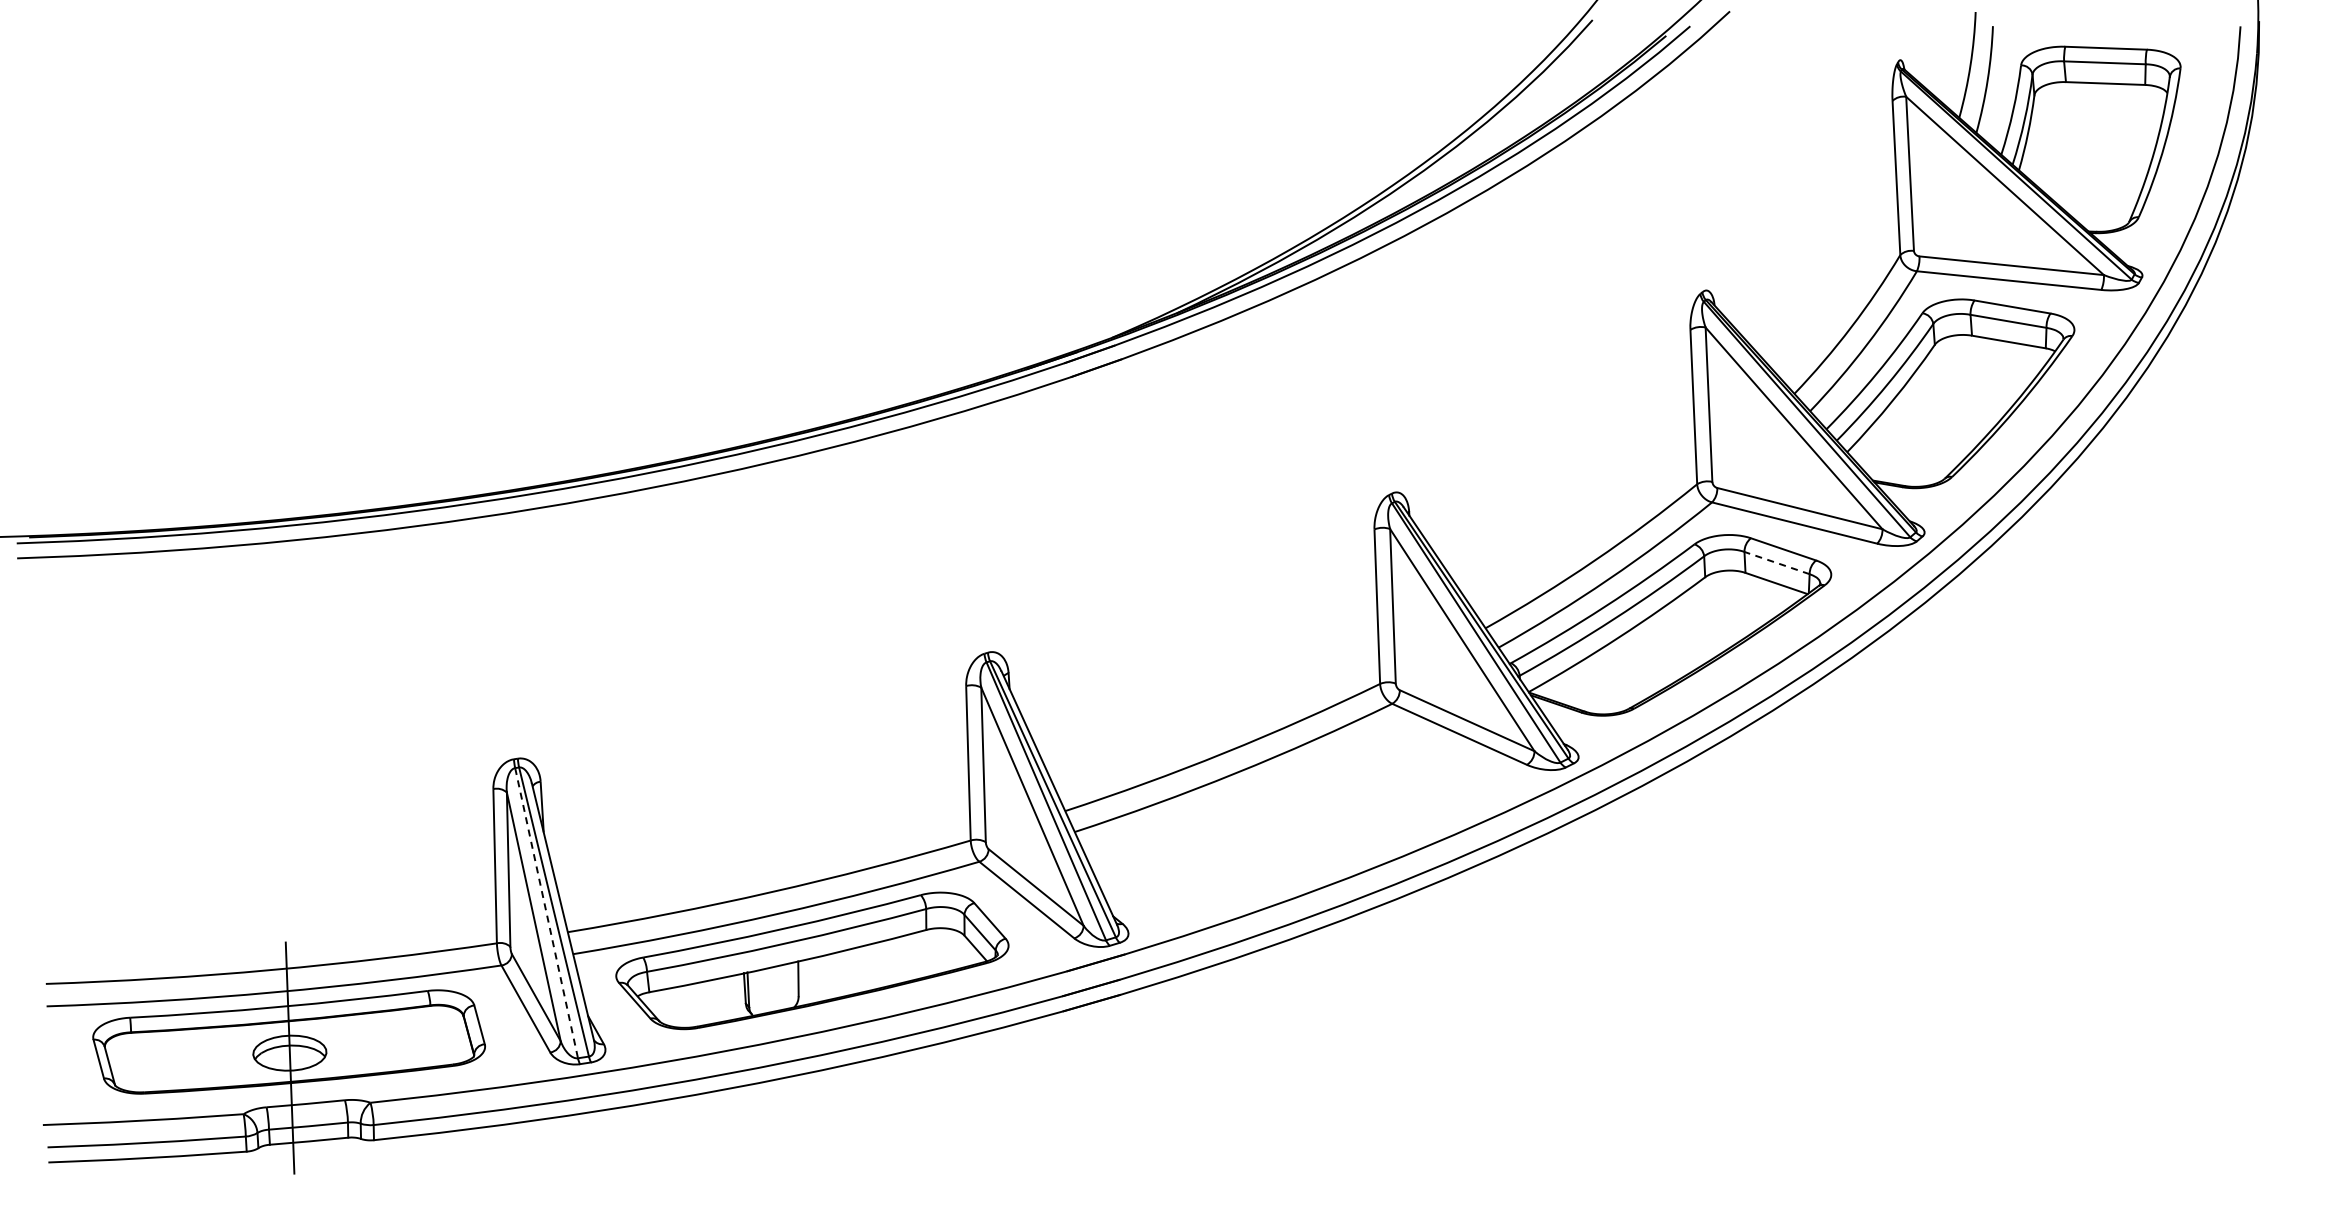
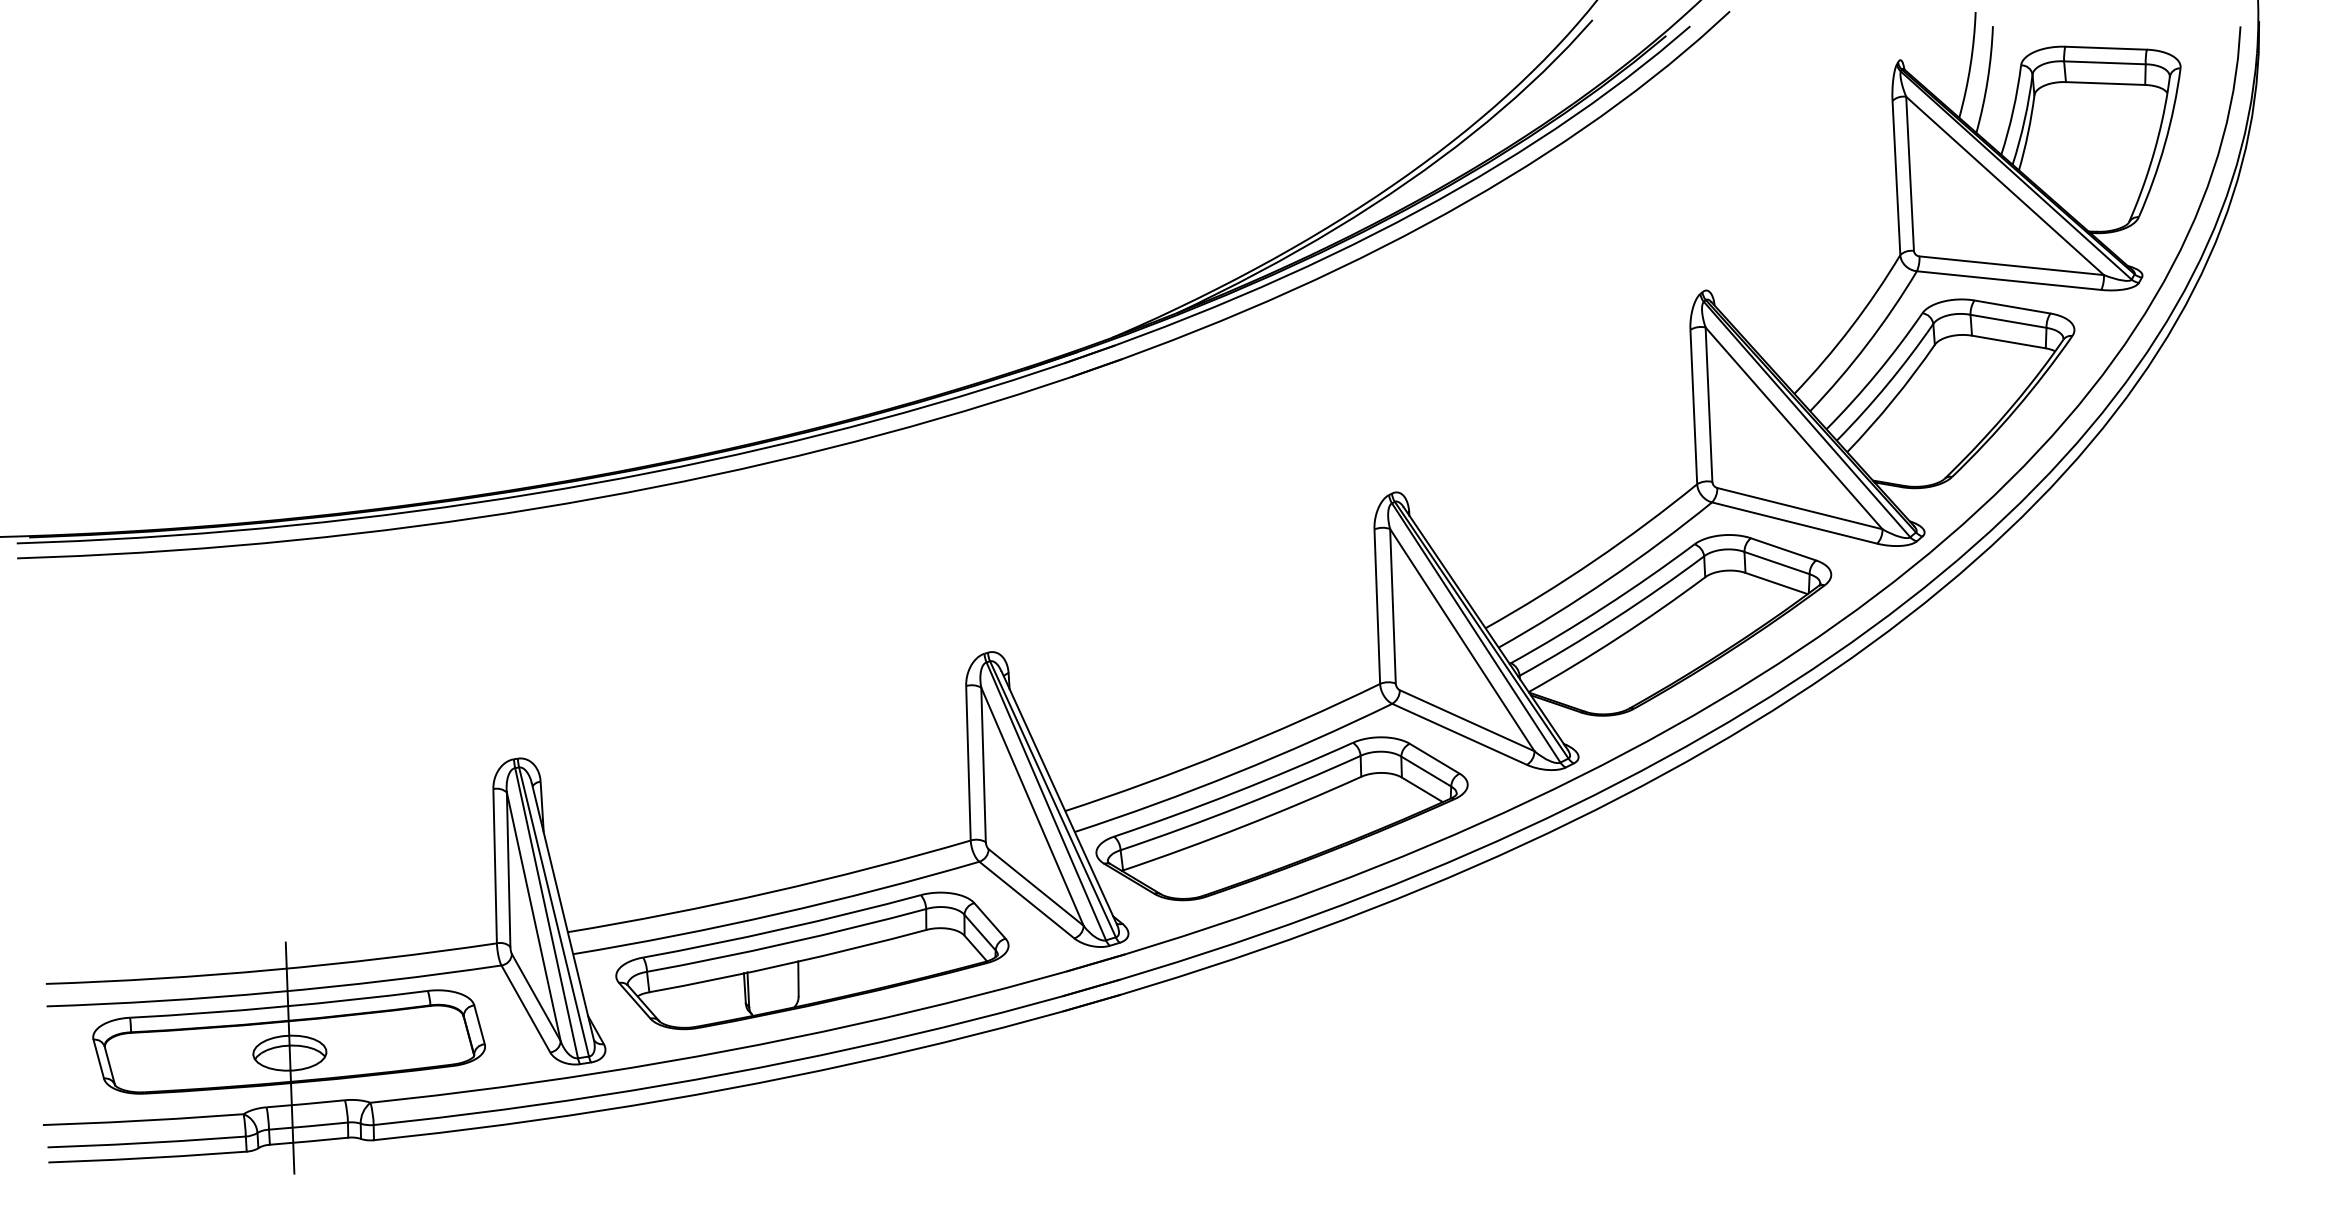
line at (1776, 562): dashed -> solid
part at (1281, 818): none -> present
line at (546, 913): dashed -> solid
